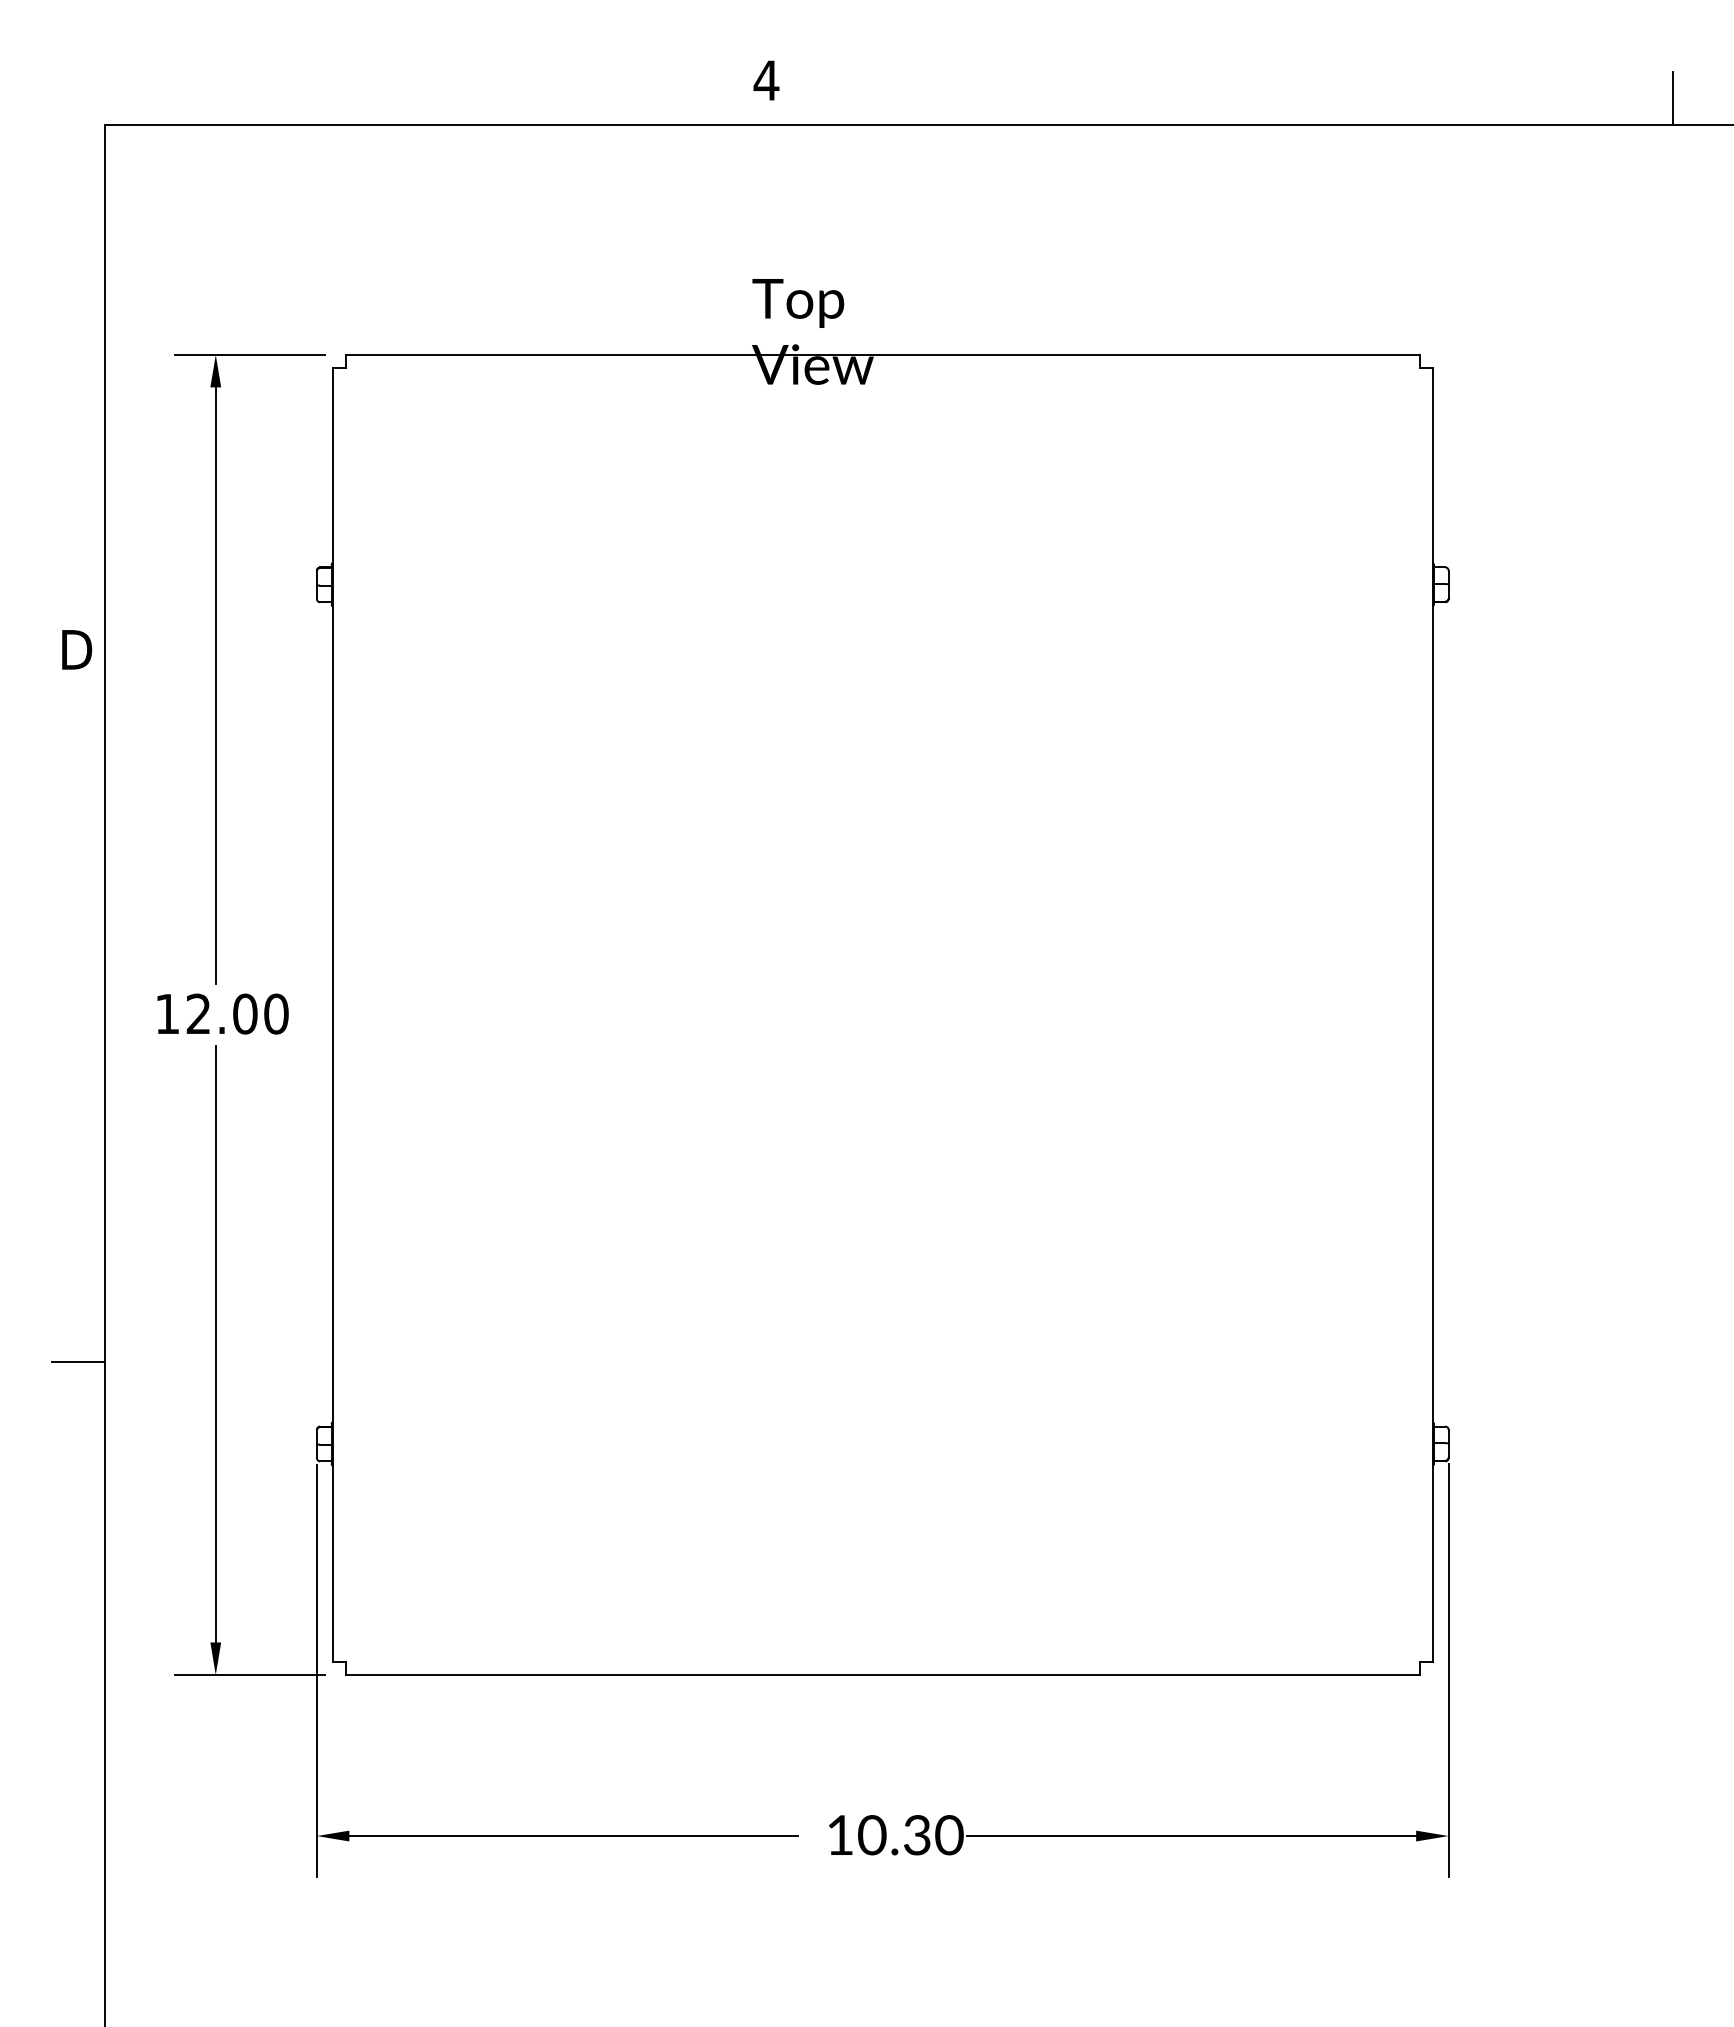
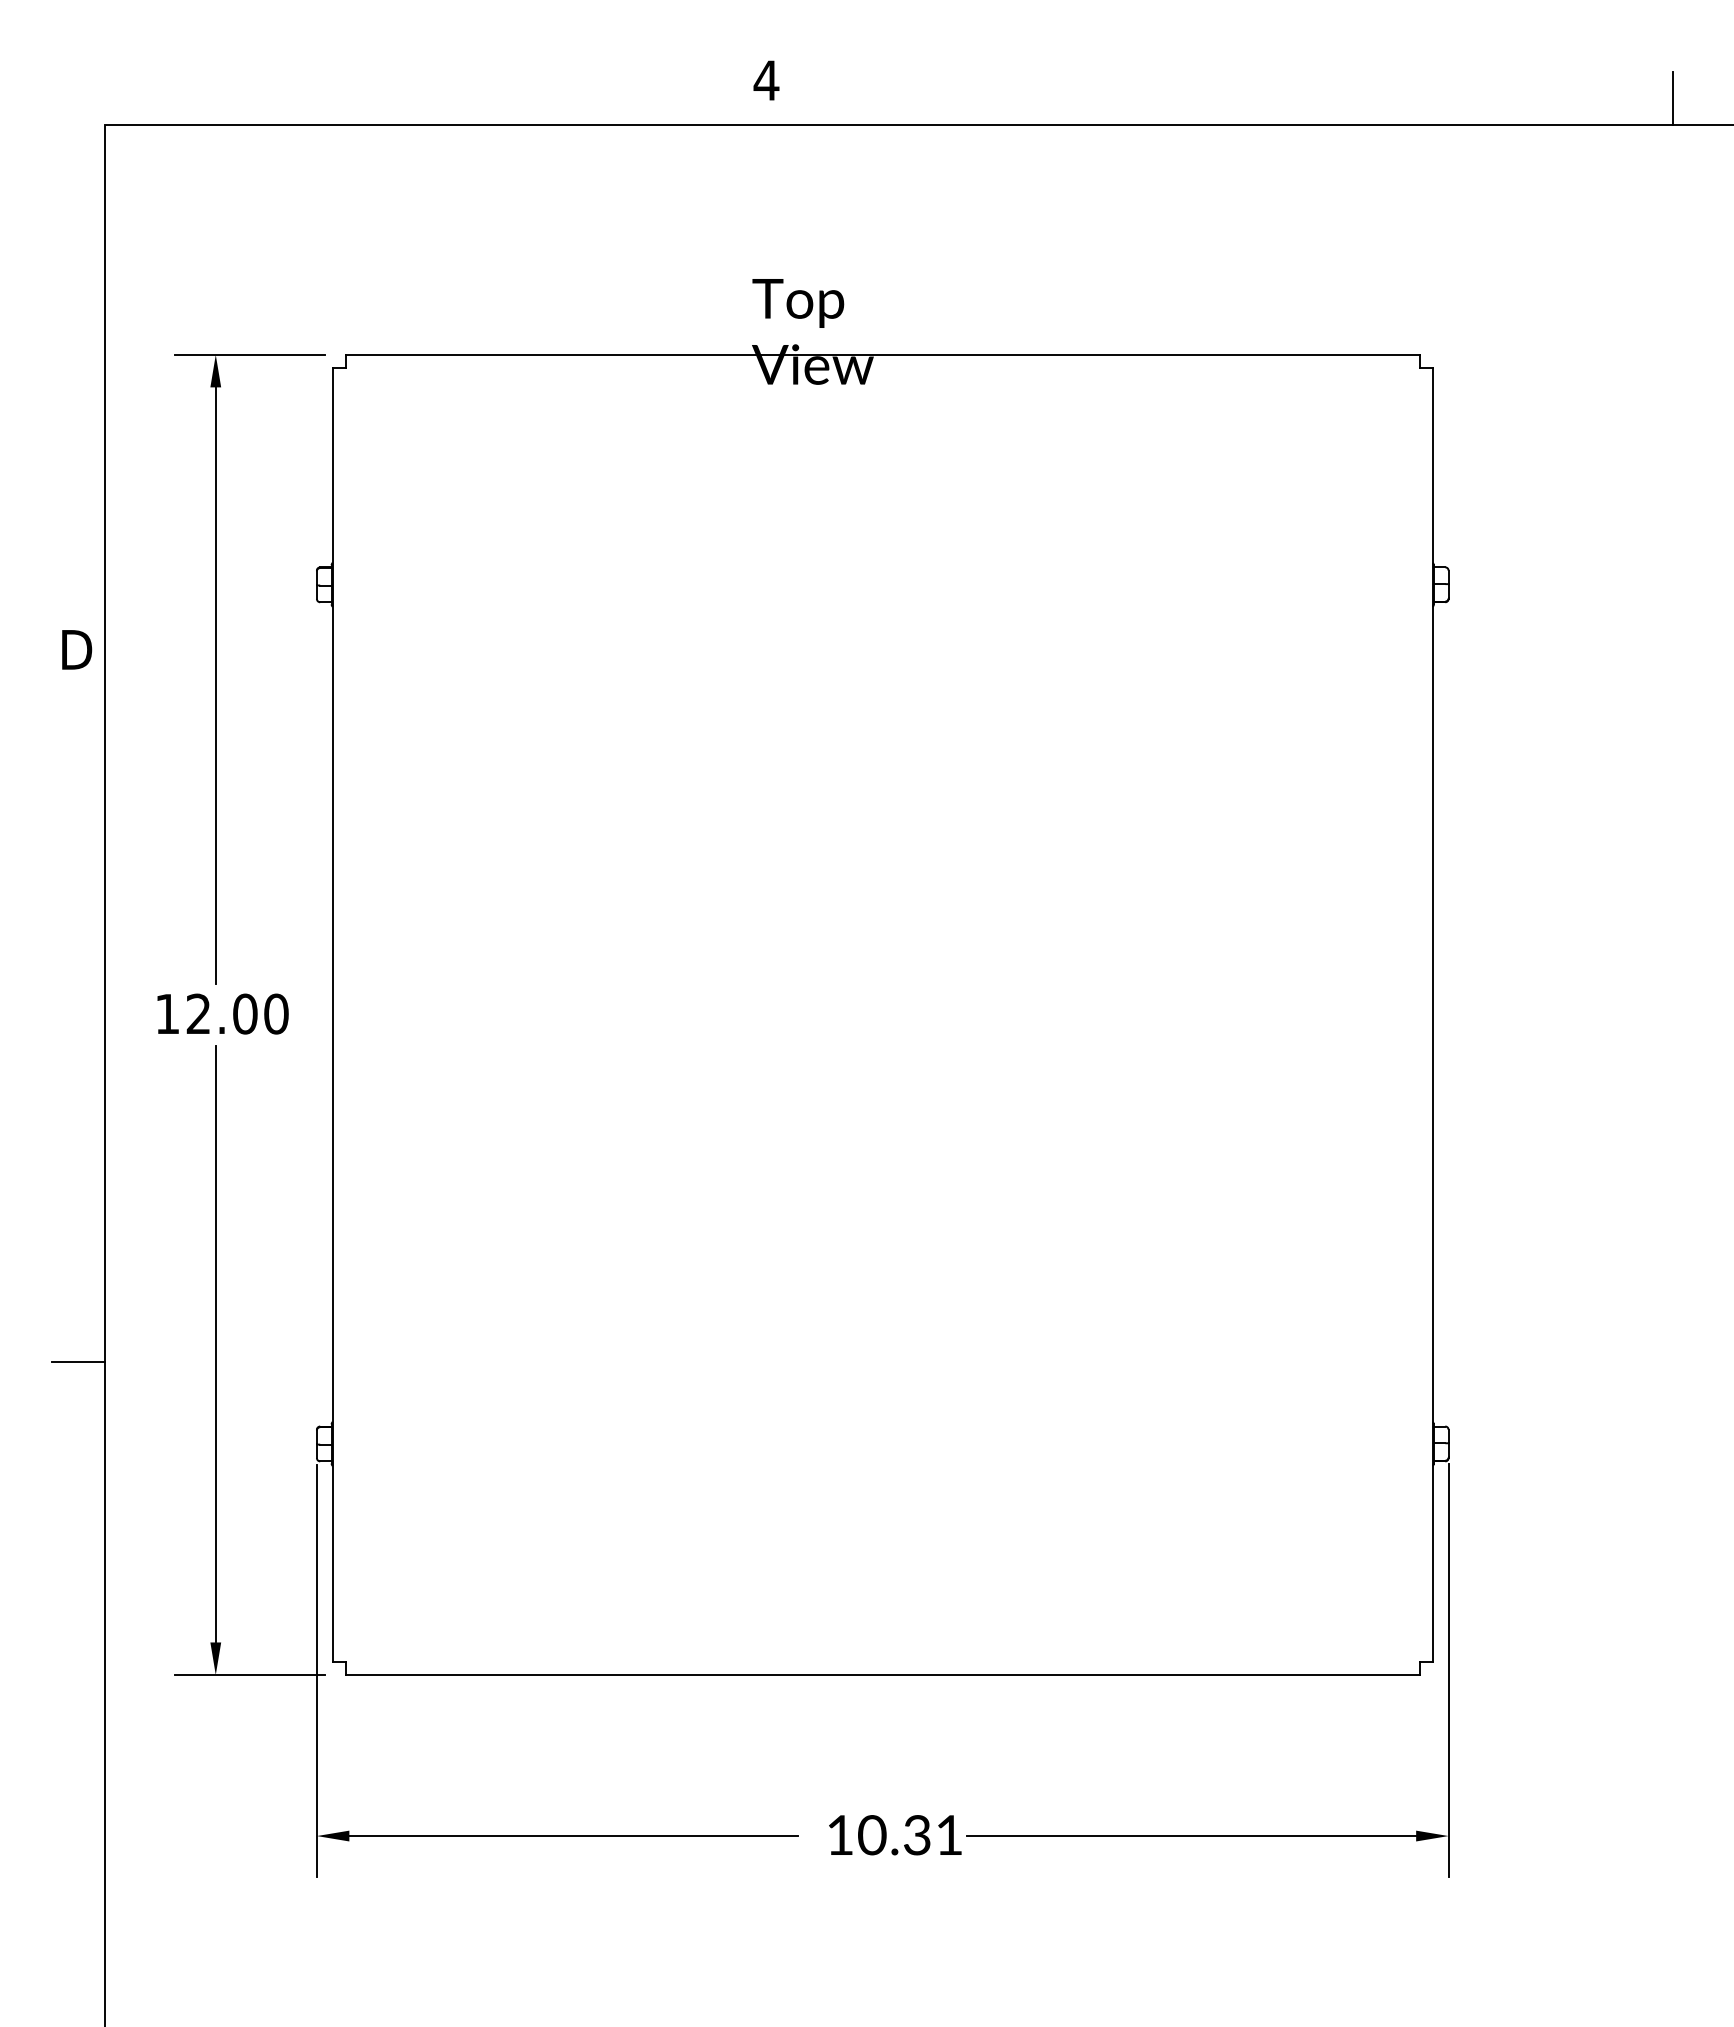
text at (949, 1835): 10.30 -> 10.31
